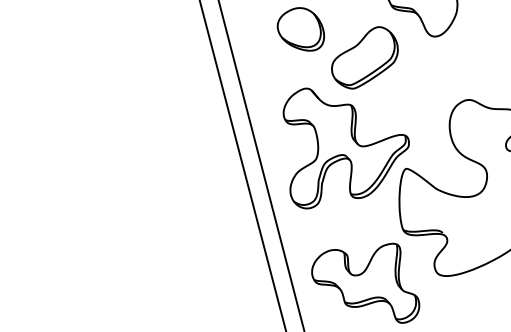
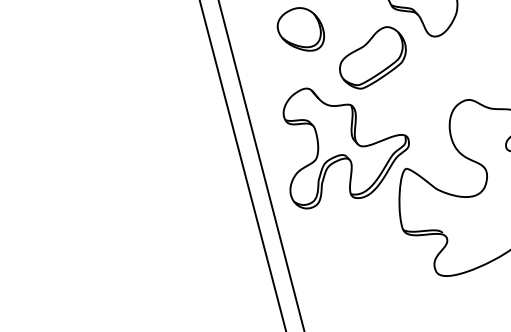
part at (364, 57) position: (364, 57) -> (372, 57)
part at (365, 282): present -> none
